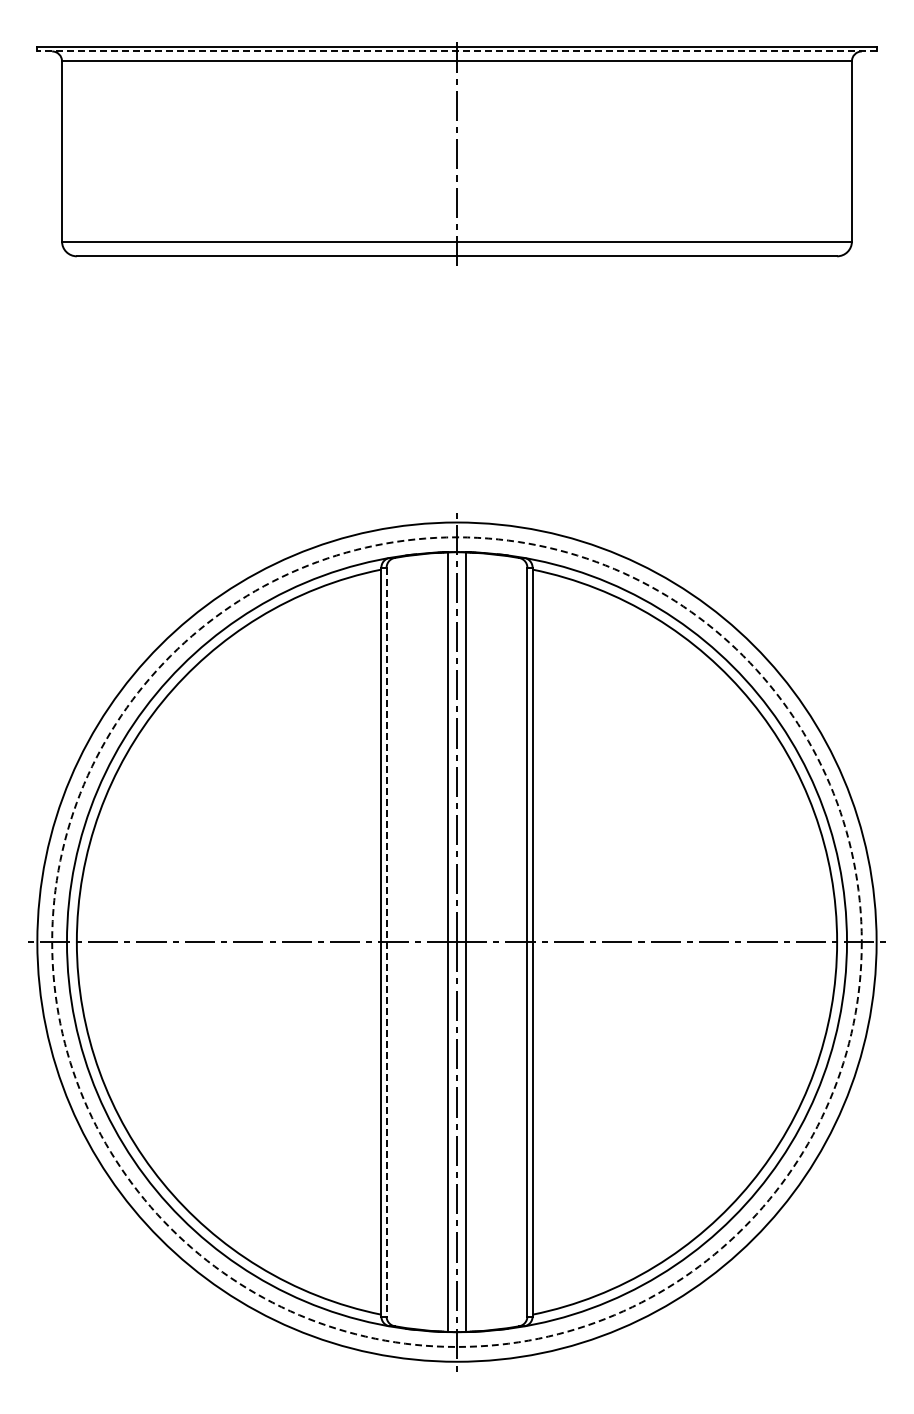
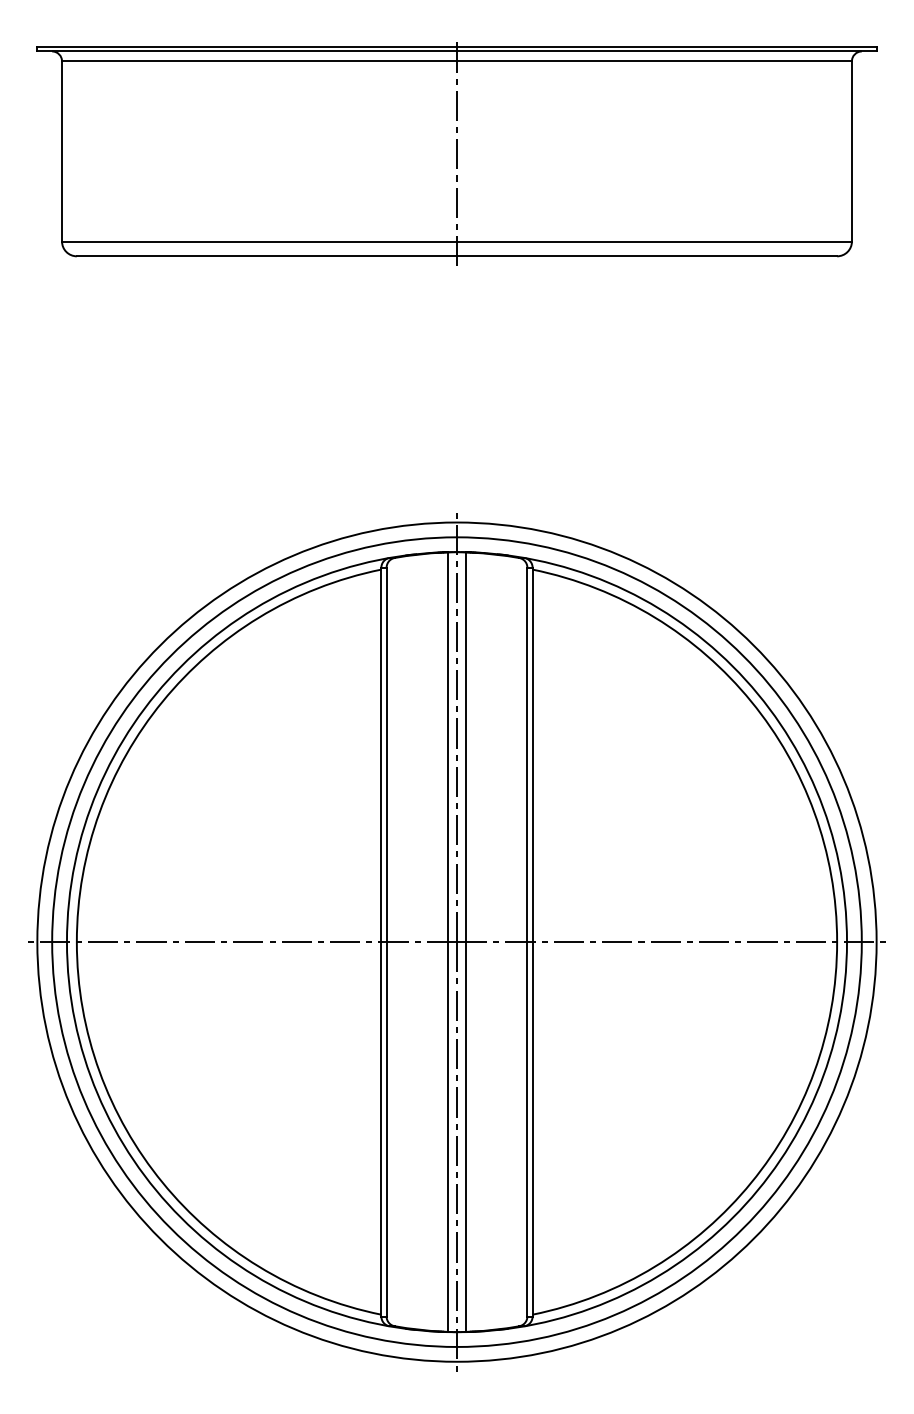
line at (457, 51): dashed -> solid
circle at (456, 941): dashed -> solid
line at (386, 942): dashed -> solid
